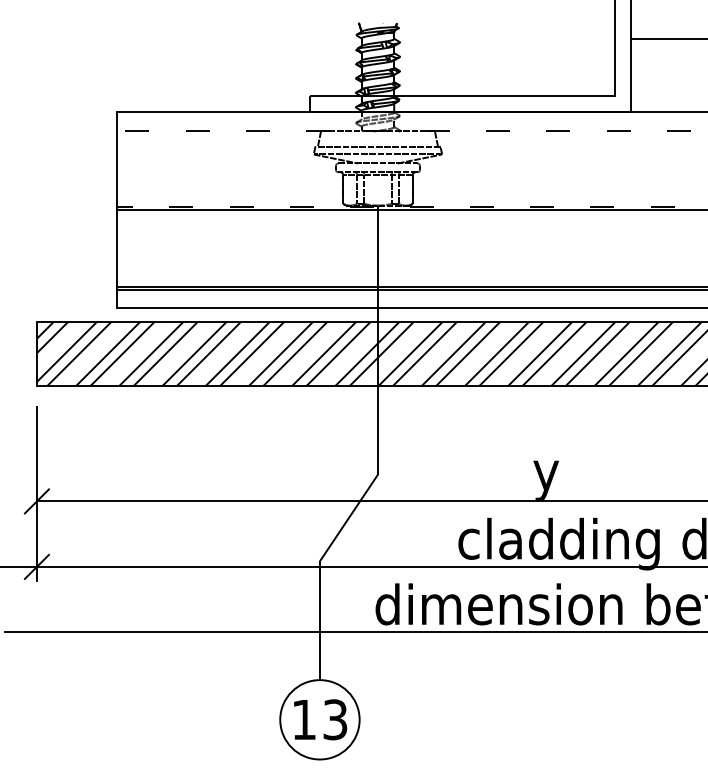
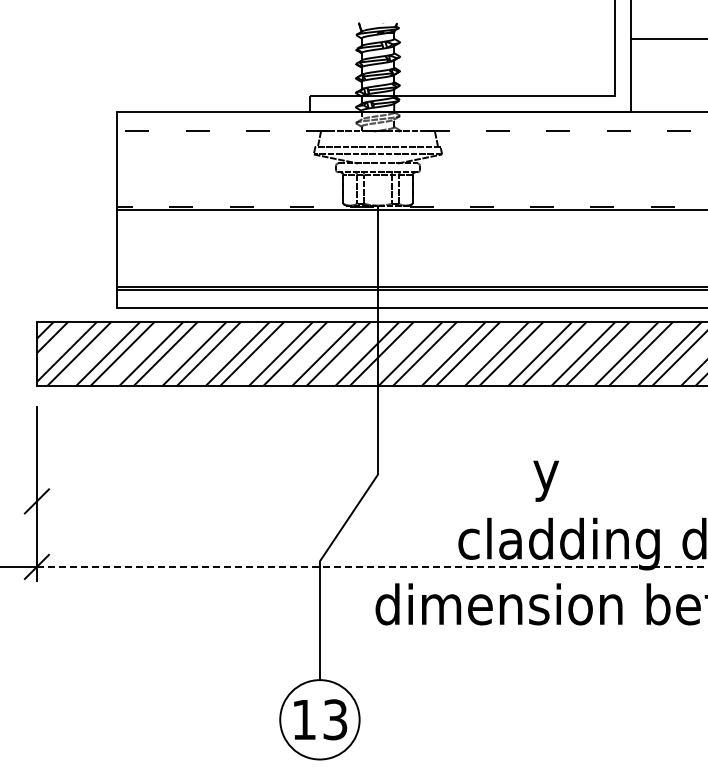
line at (370, 501): present -> none
line at (372, 566): solid -> dashed
line at (354, 632): present -> none
